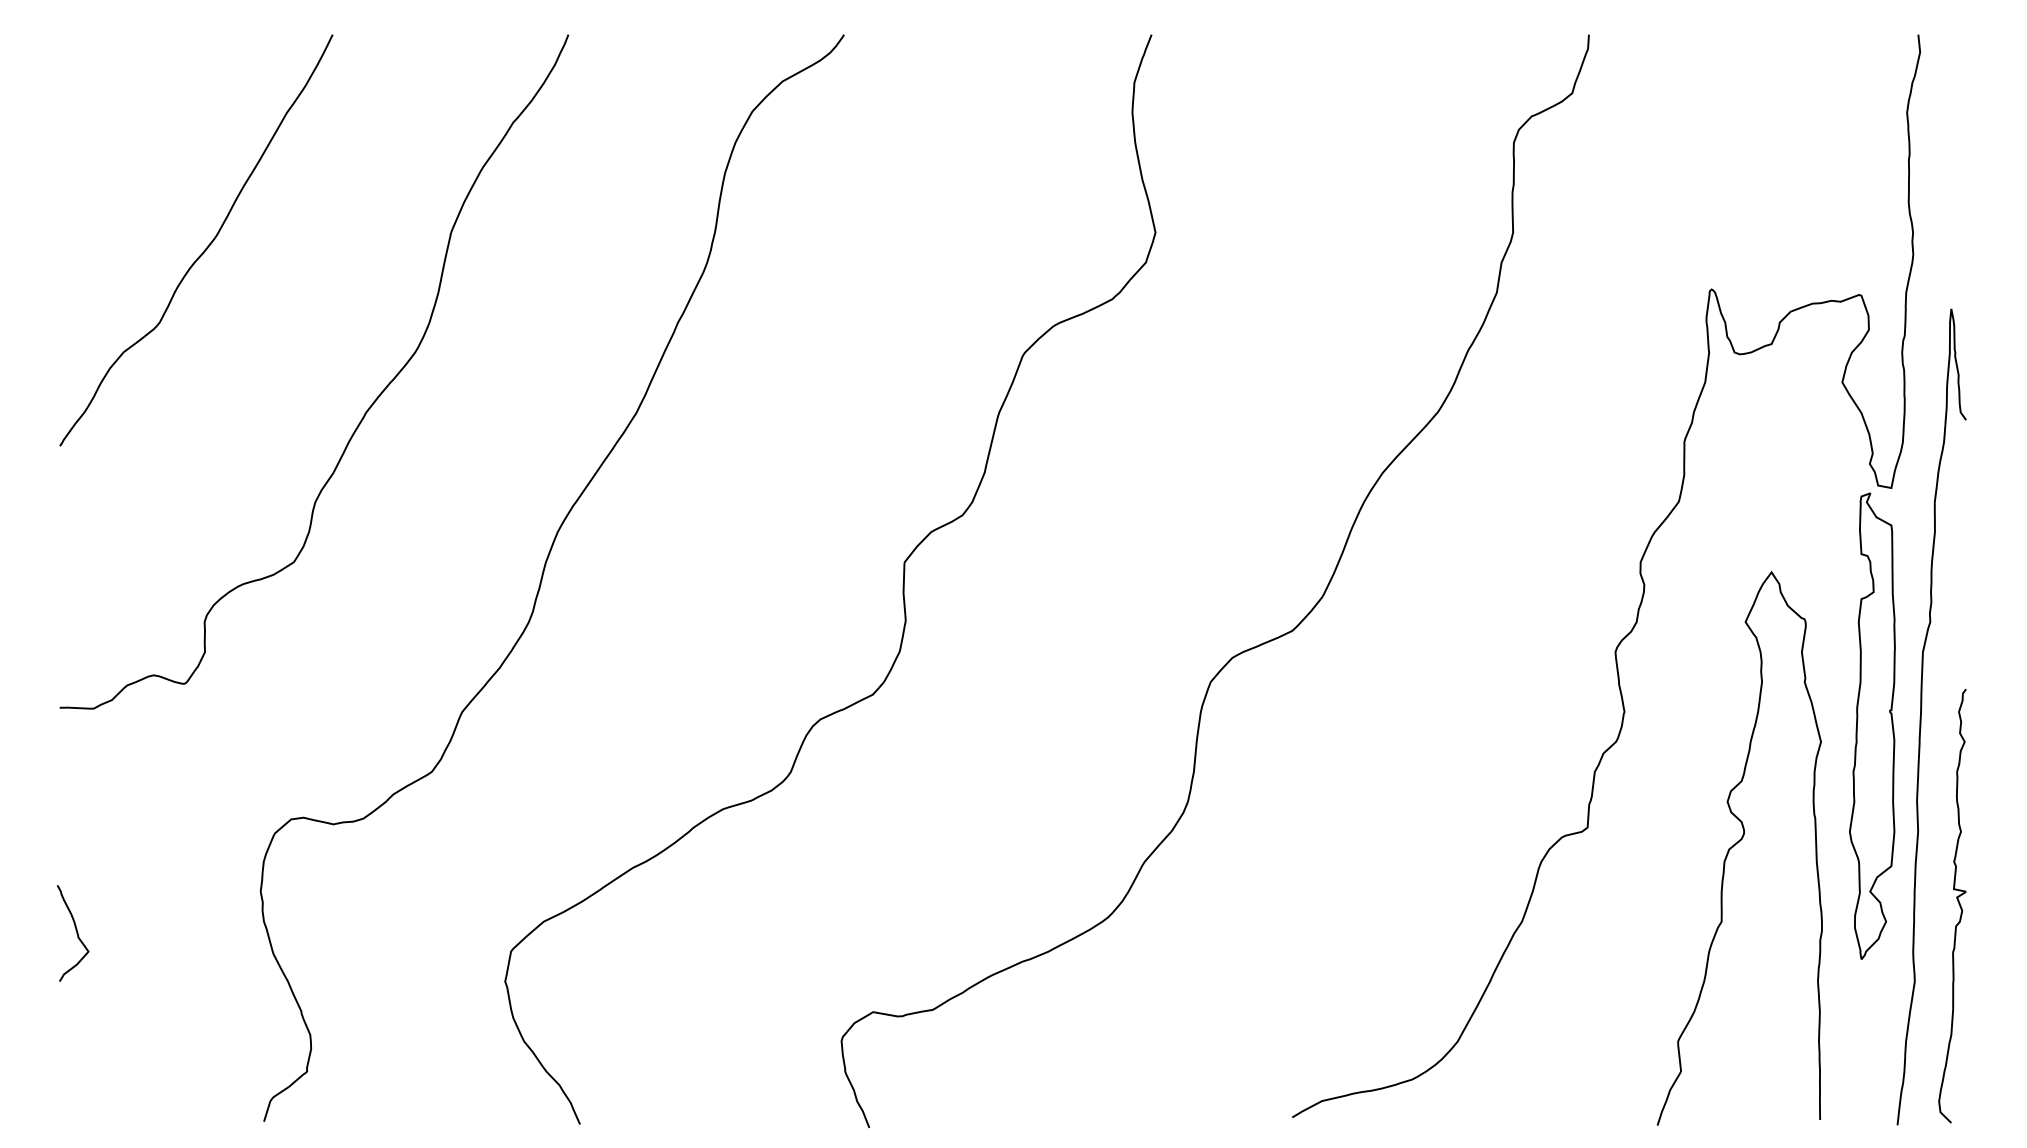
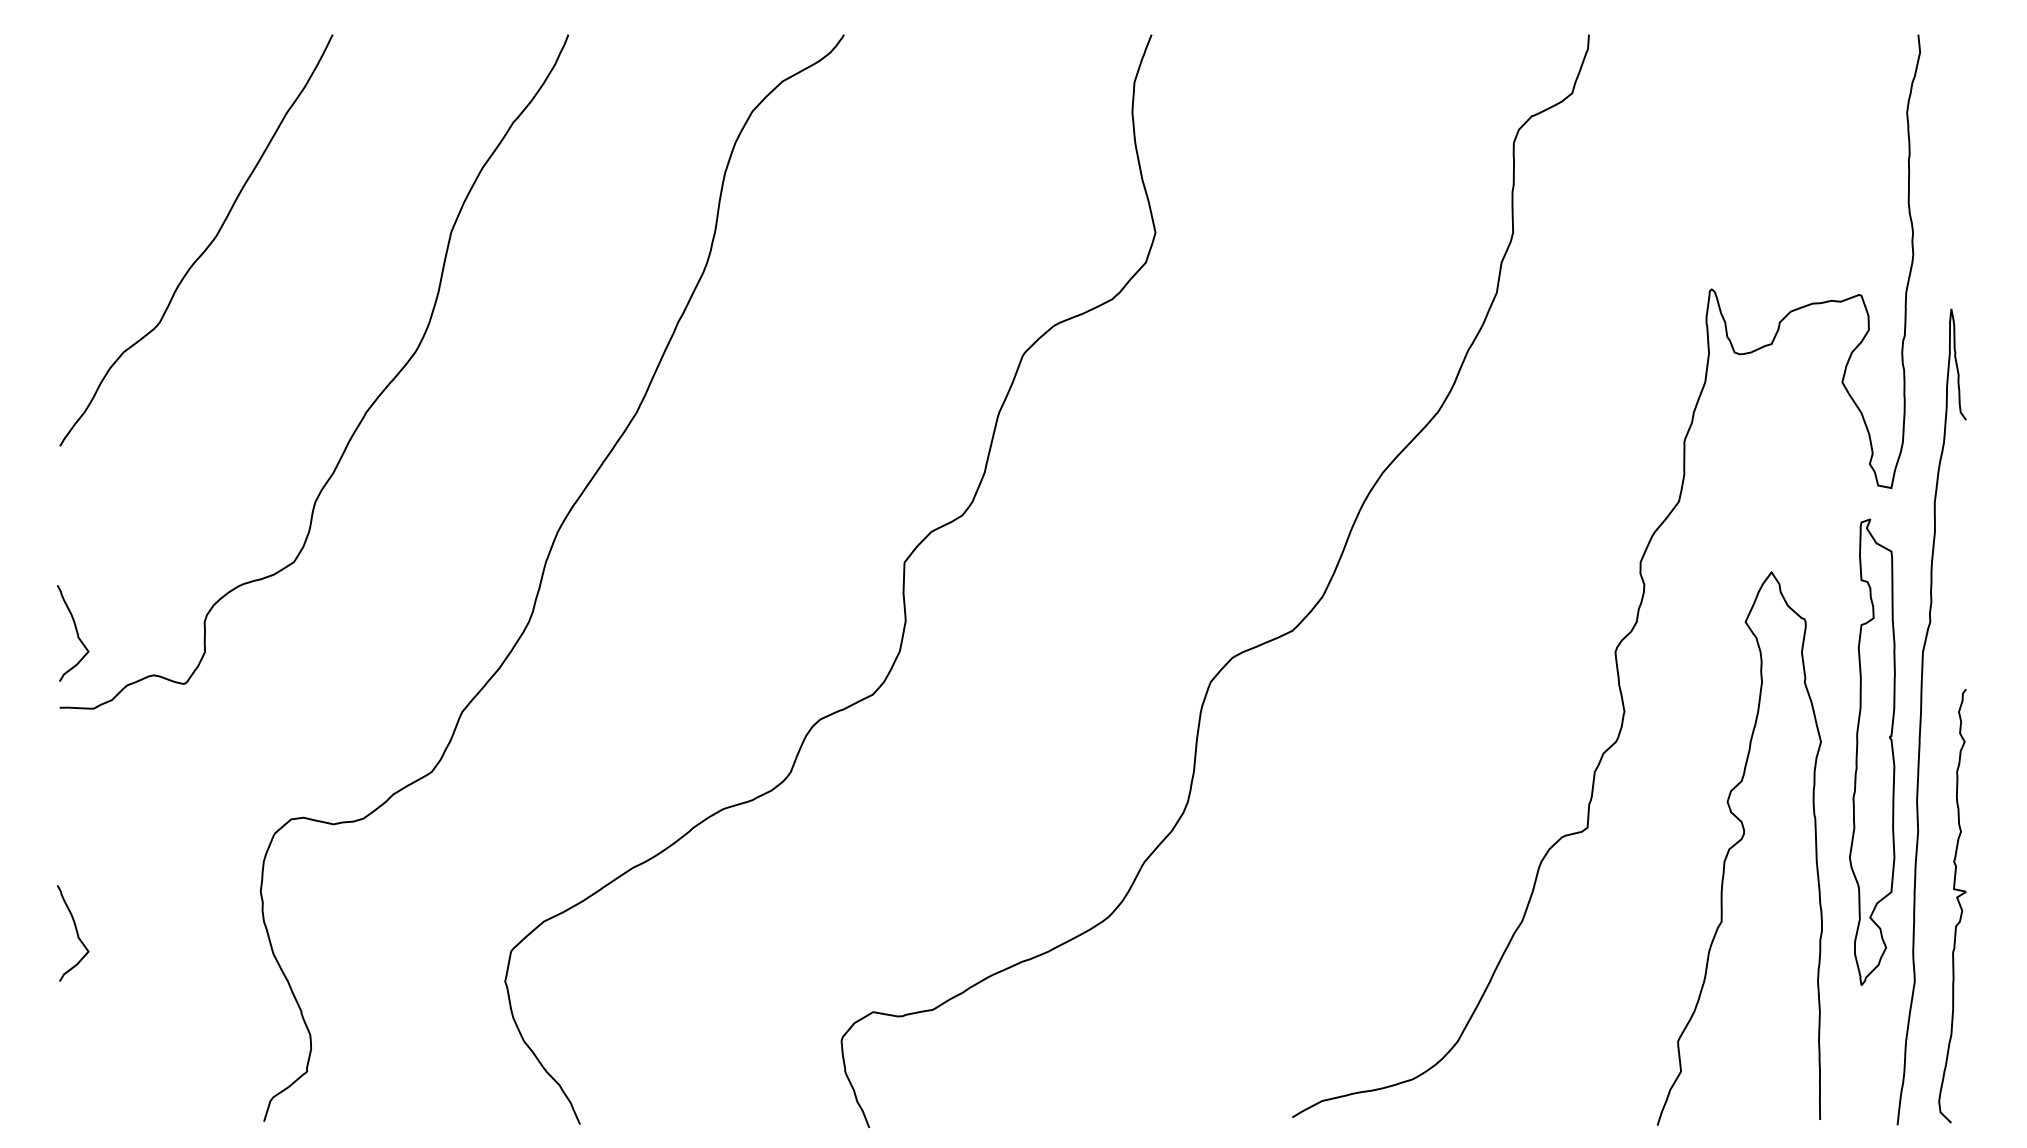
curve at (76, 633): none -> present
part at (1872, 725) position: (1872, 725) -> (1872, 751)
